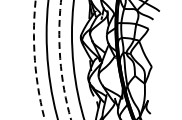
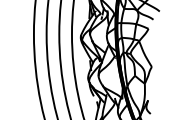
circle at (38, 59): dashed -> solid
circle at (65, 59): dashed -> solid
